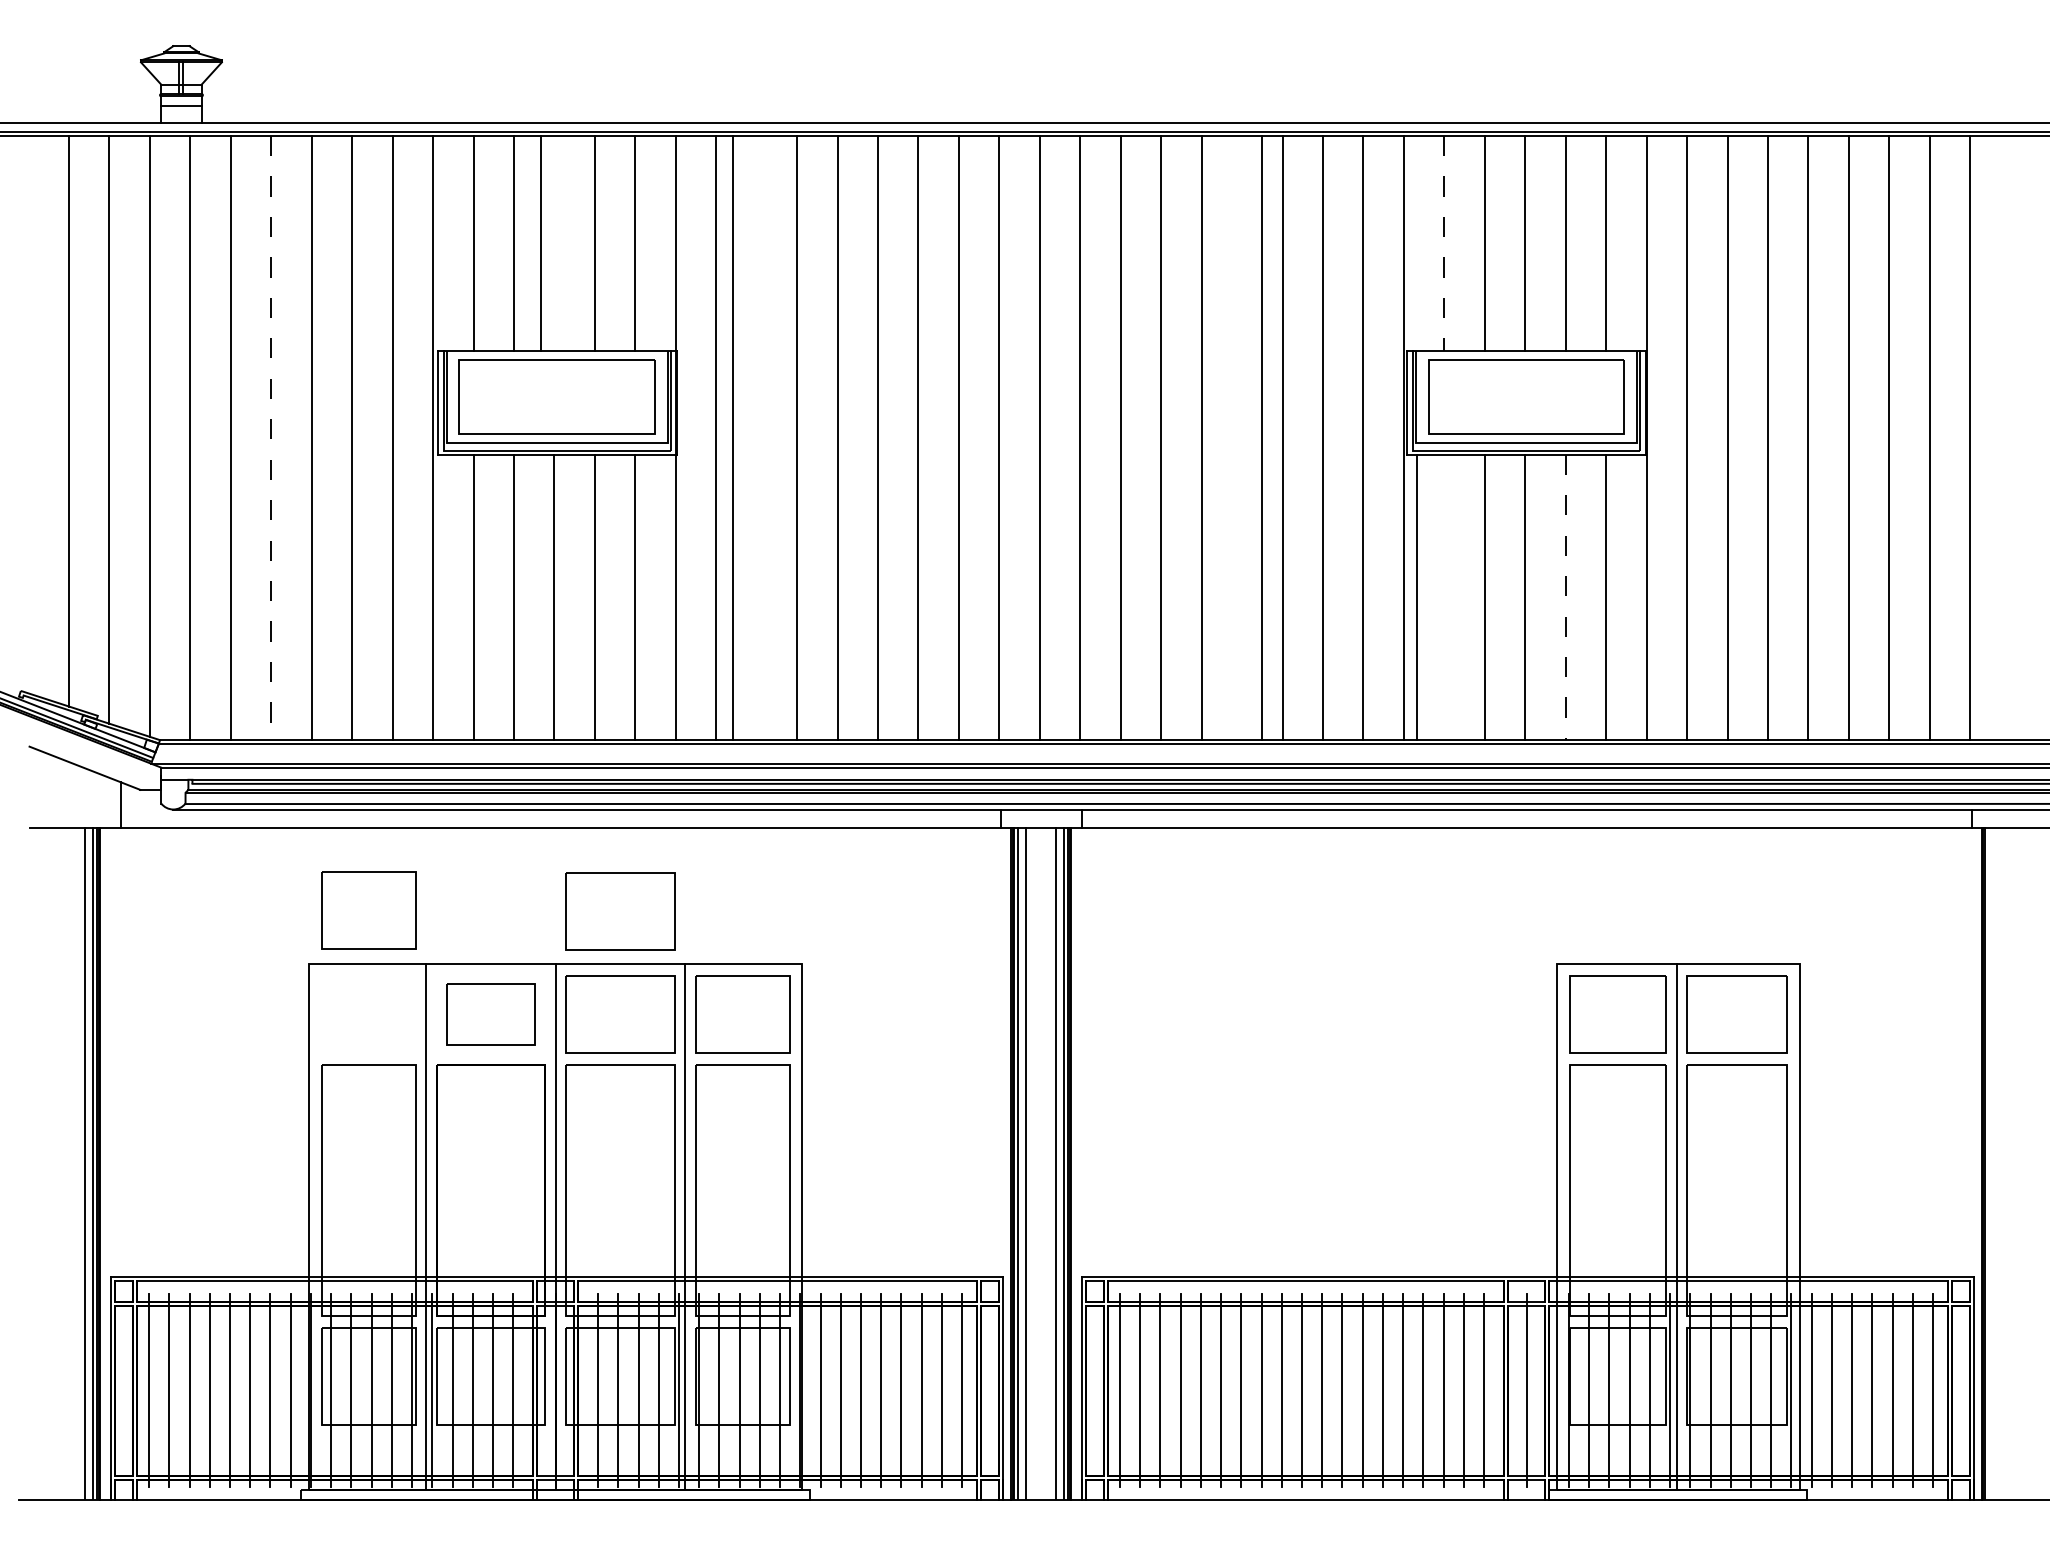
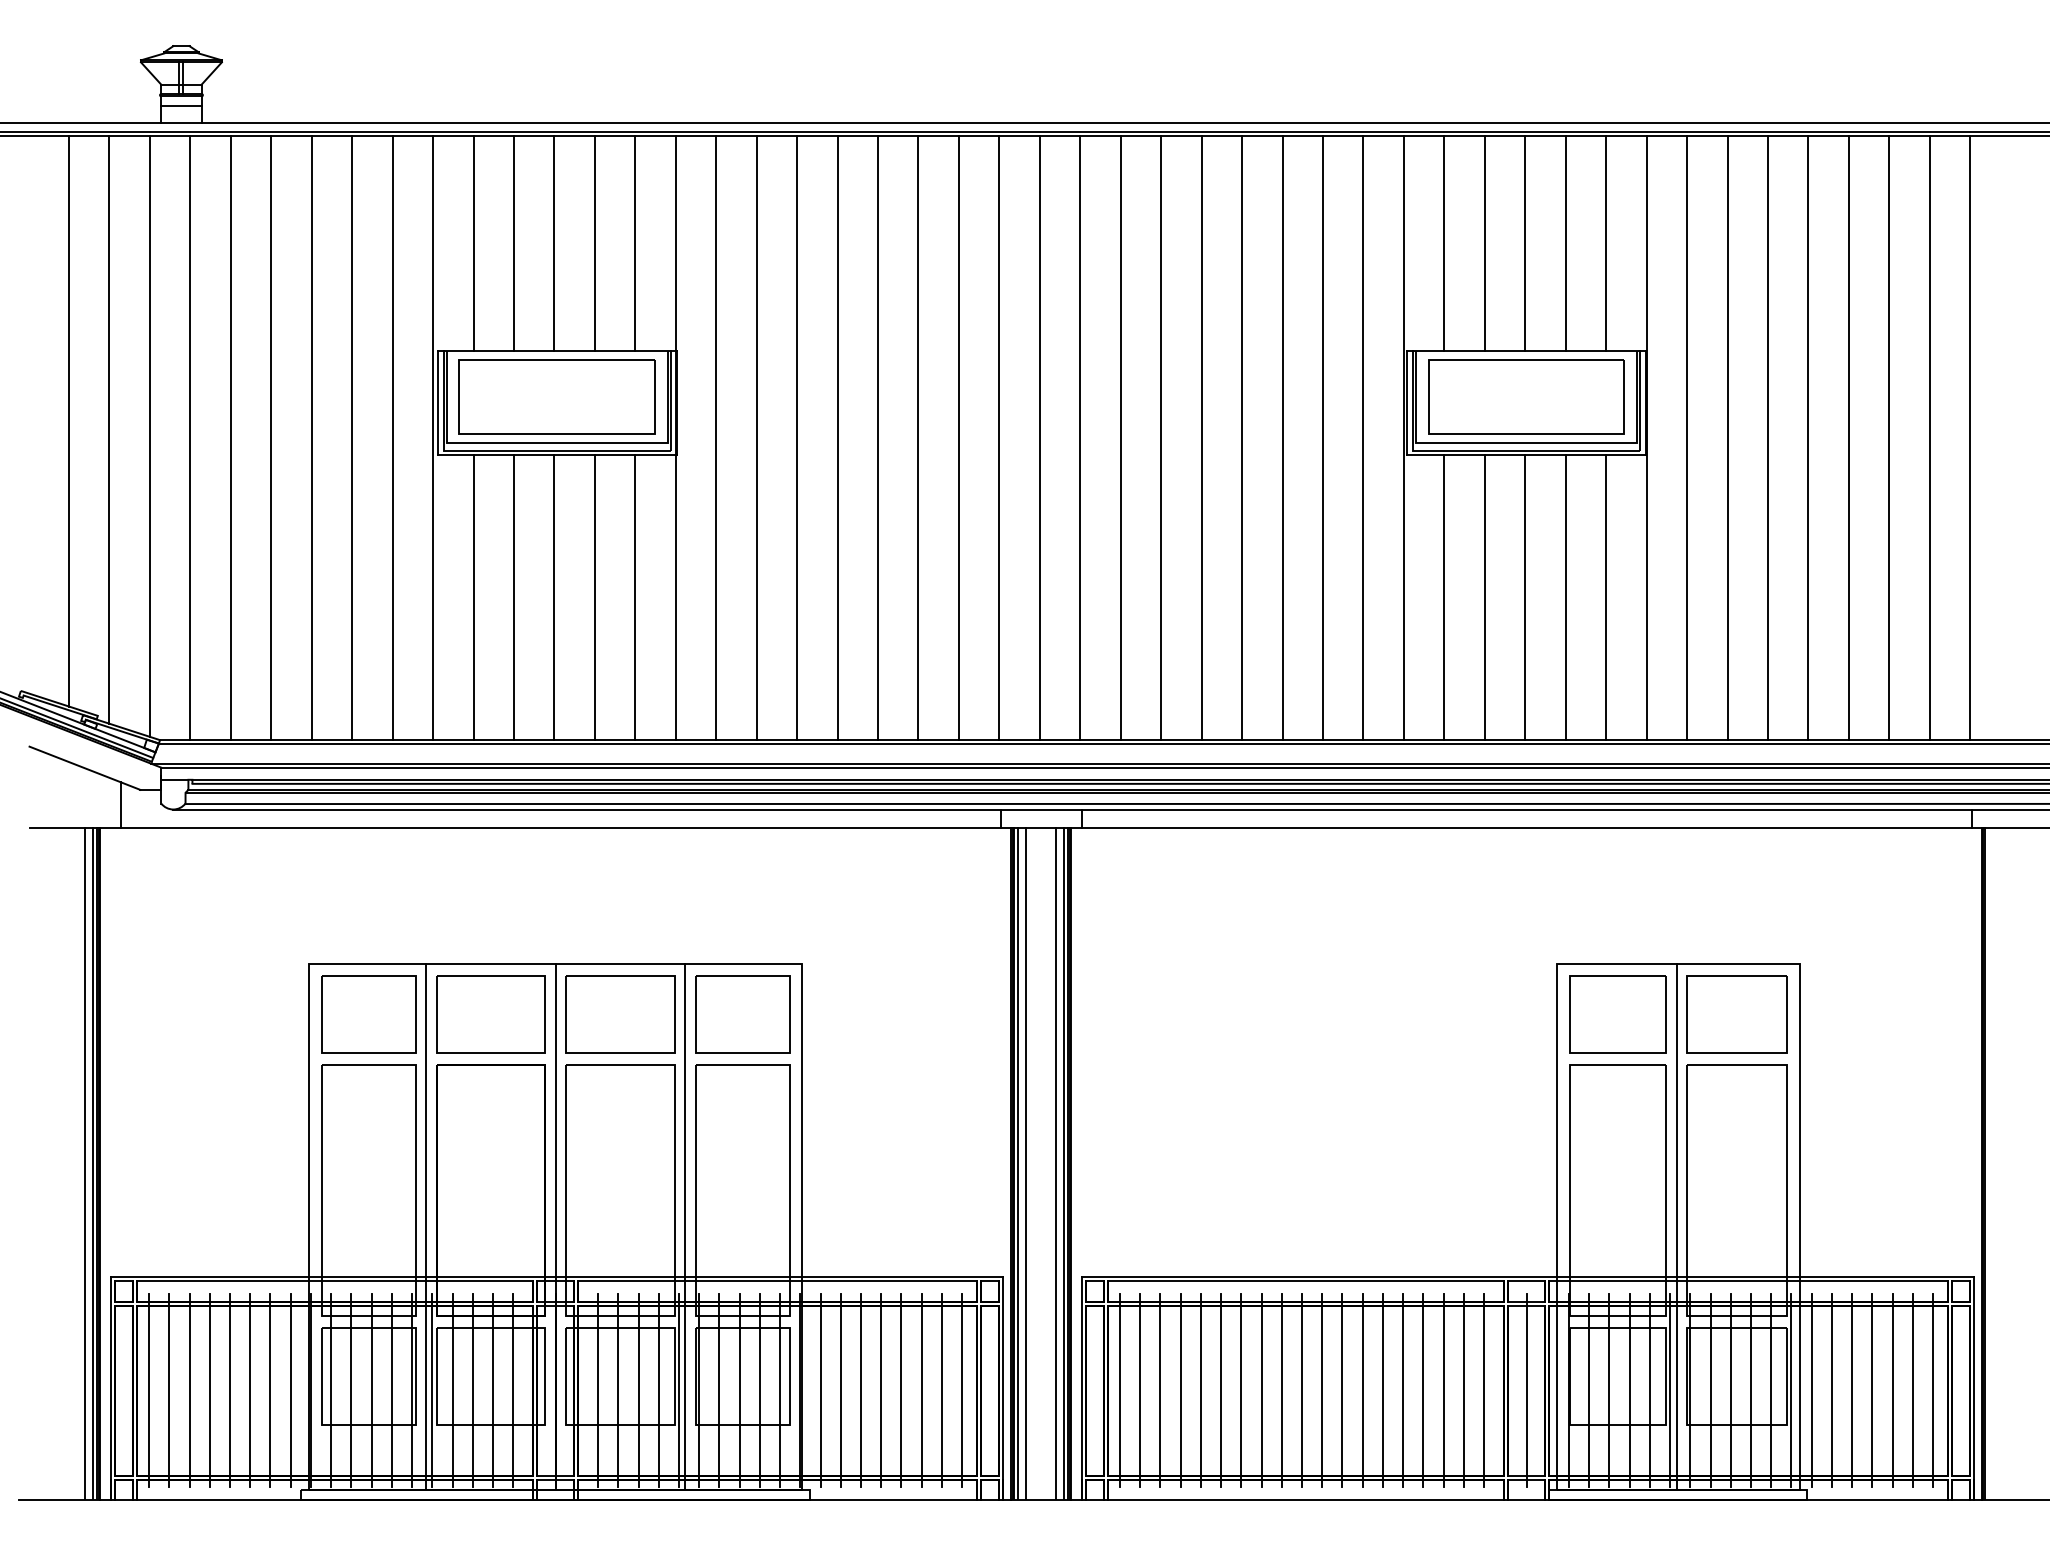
line at (541, 242) position: (541, 242) -> (554, 242)
line at (1444, 243): dashed -> solid
line at (732, 437) position: (732, 437) -> (756, 437)
line at (1262, 437) position: (1262, 437) -> (1242, 437)
line at (271, 438): dashed -> solid
line at (1417, 597) position: (1417, 597) -> (1444, 597)
line at (1565, 597): dashed -> solid
part at (368, 910) position: (368, 910) -> (368, 1014)
part at (620, 911): present -> none
part at (490, 1014) size: 90x63 px -> 110x79 px
